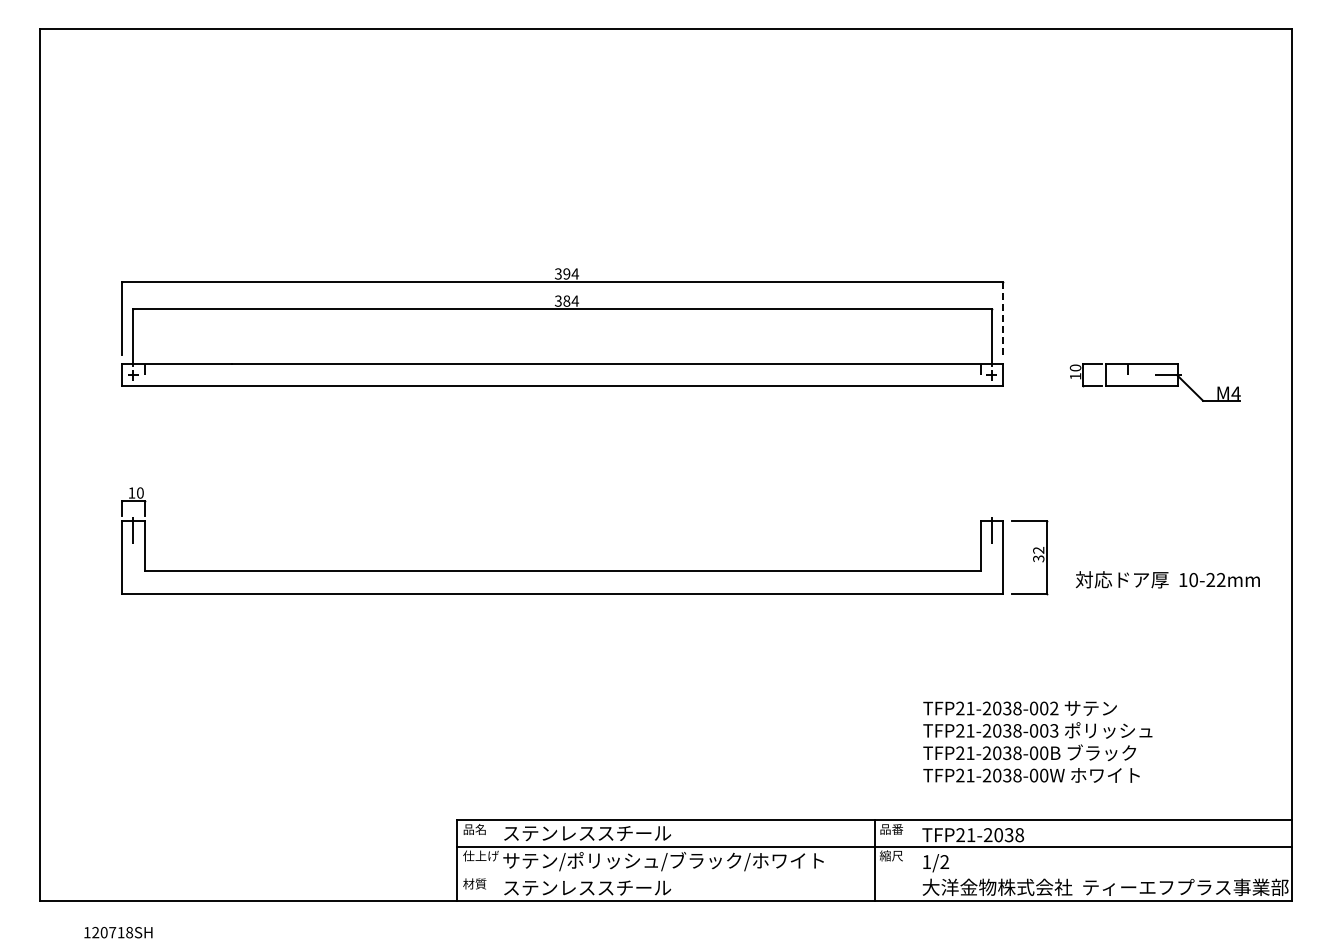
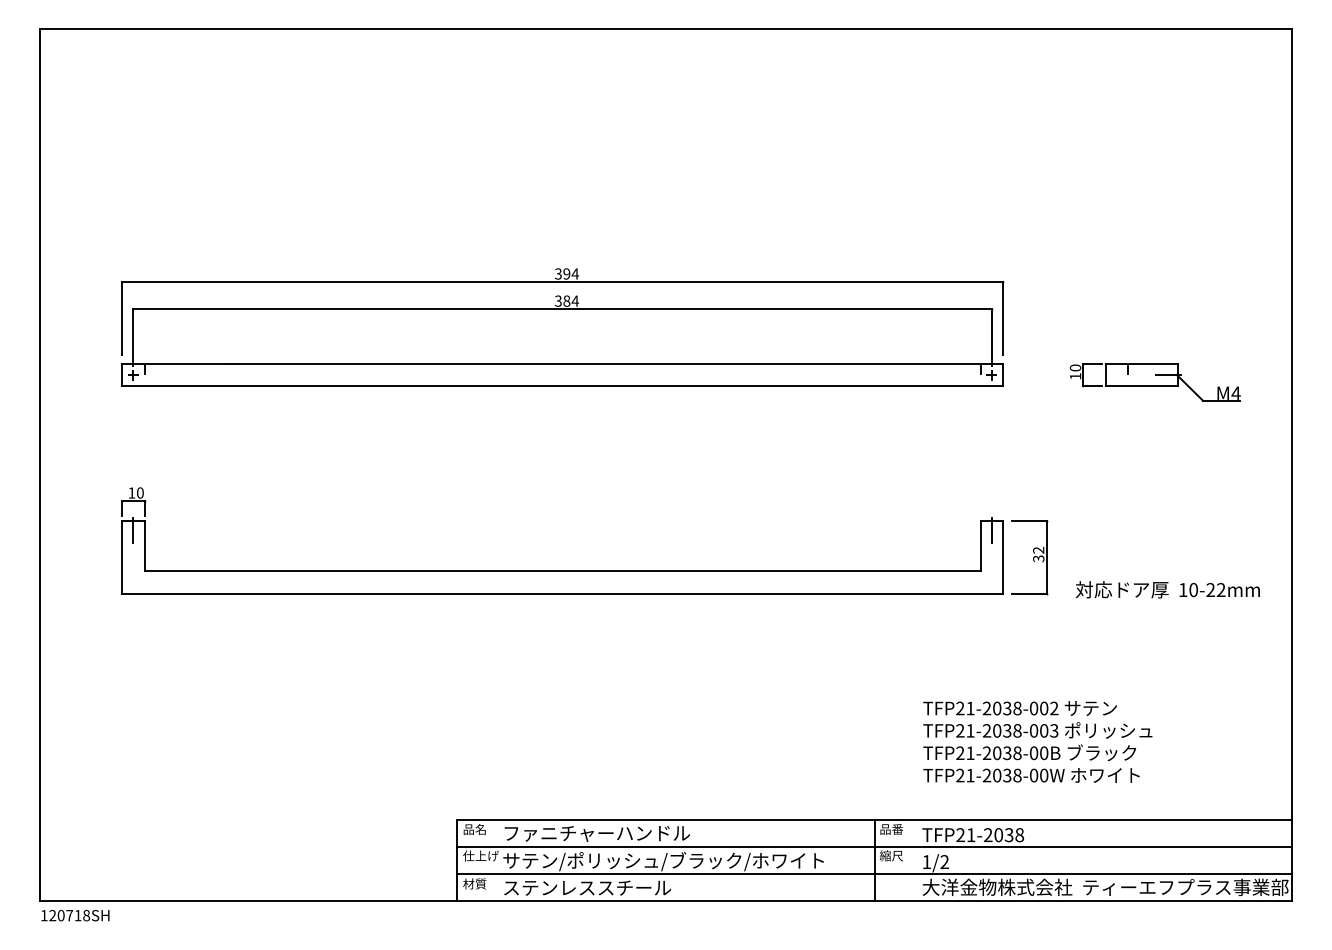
line at (1003, 318): dashed -> solid
text at (1167, 579) position: (1167, 579) -> (1167, 589)
text at (596, 833): ステンレススチール -> ファニチャーハンドル
line at (874, 873): none -> present
text at (118, 932) position: (118, 932) -> (75, 915)
